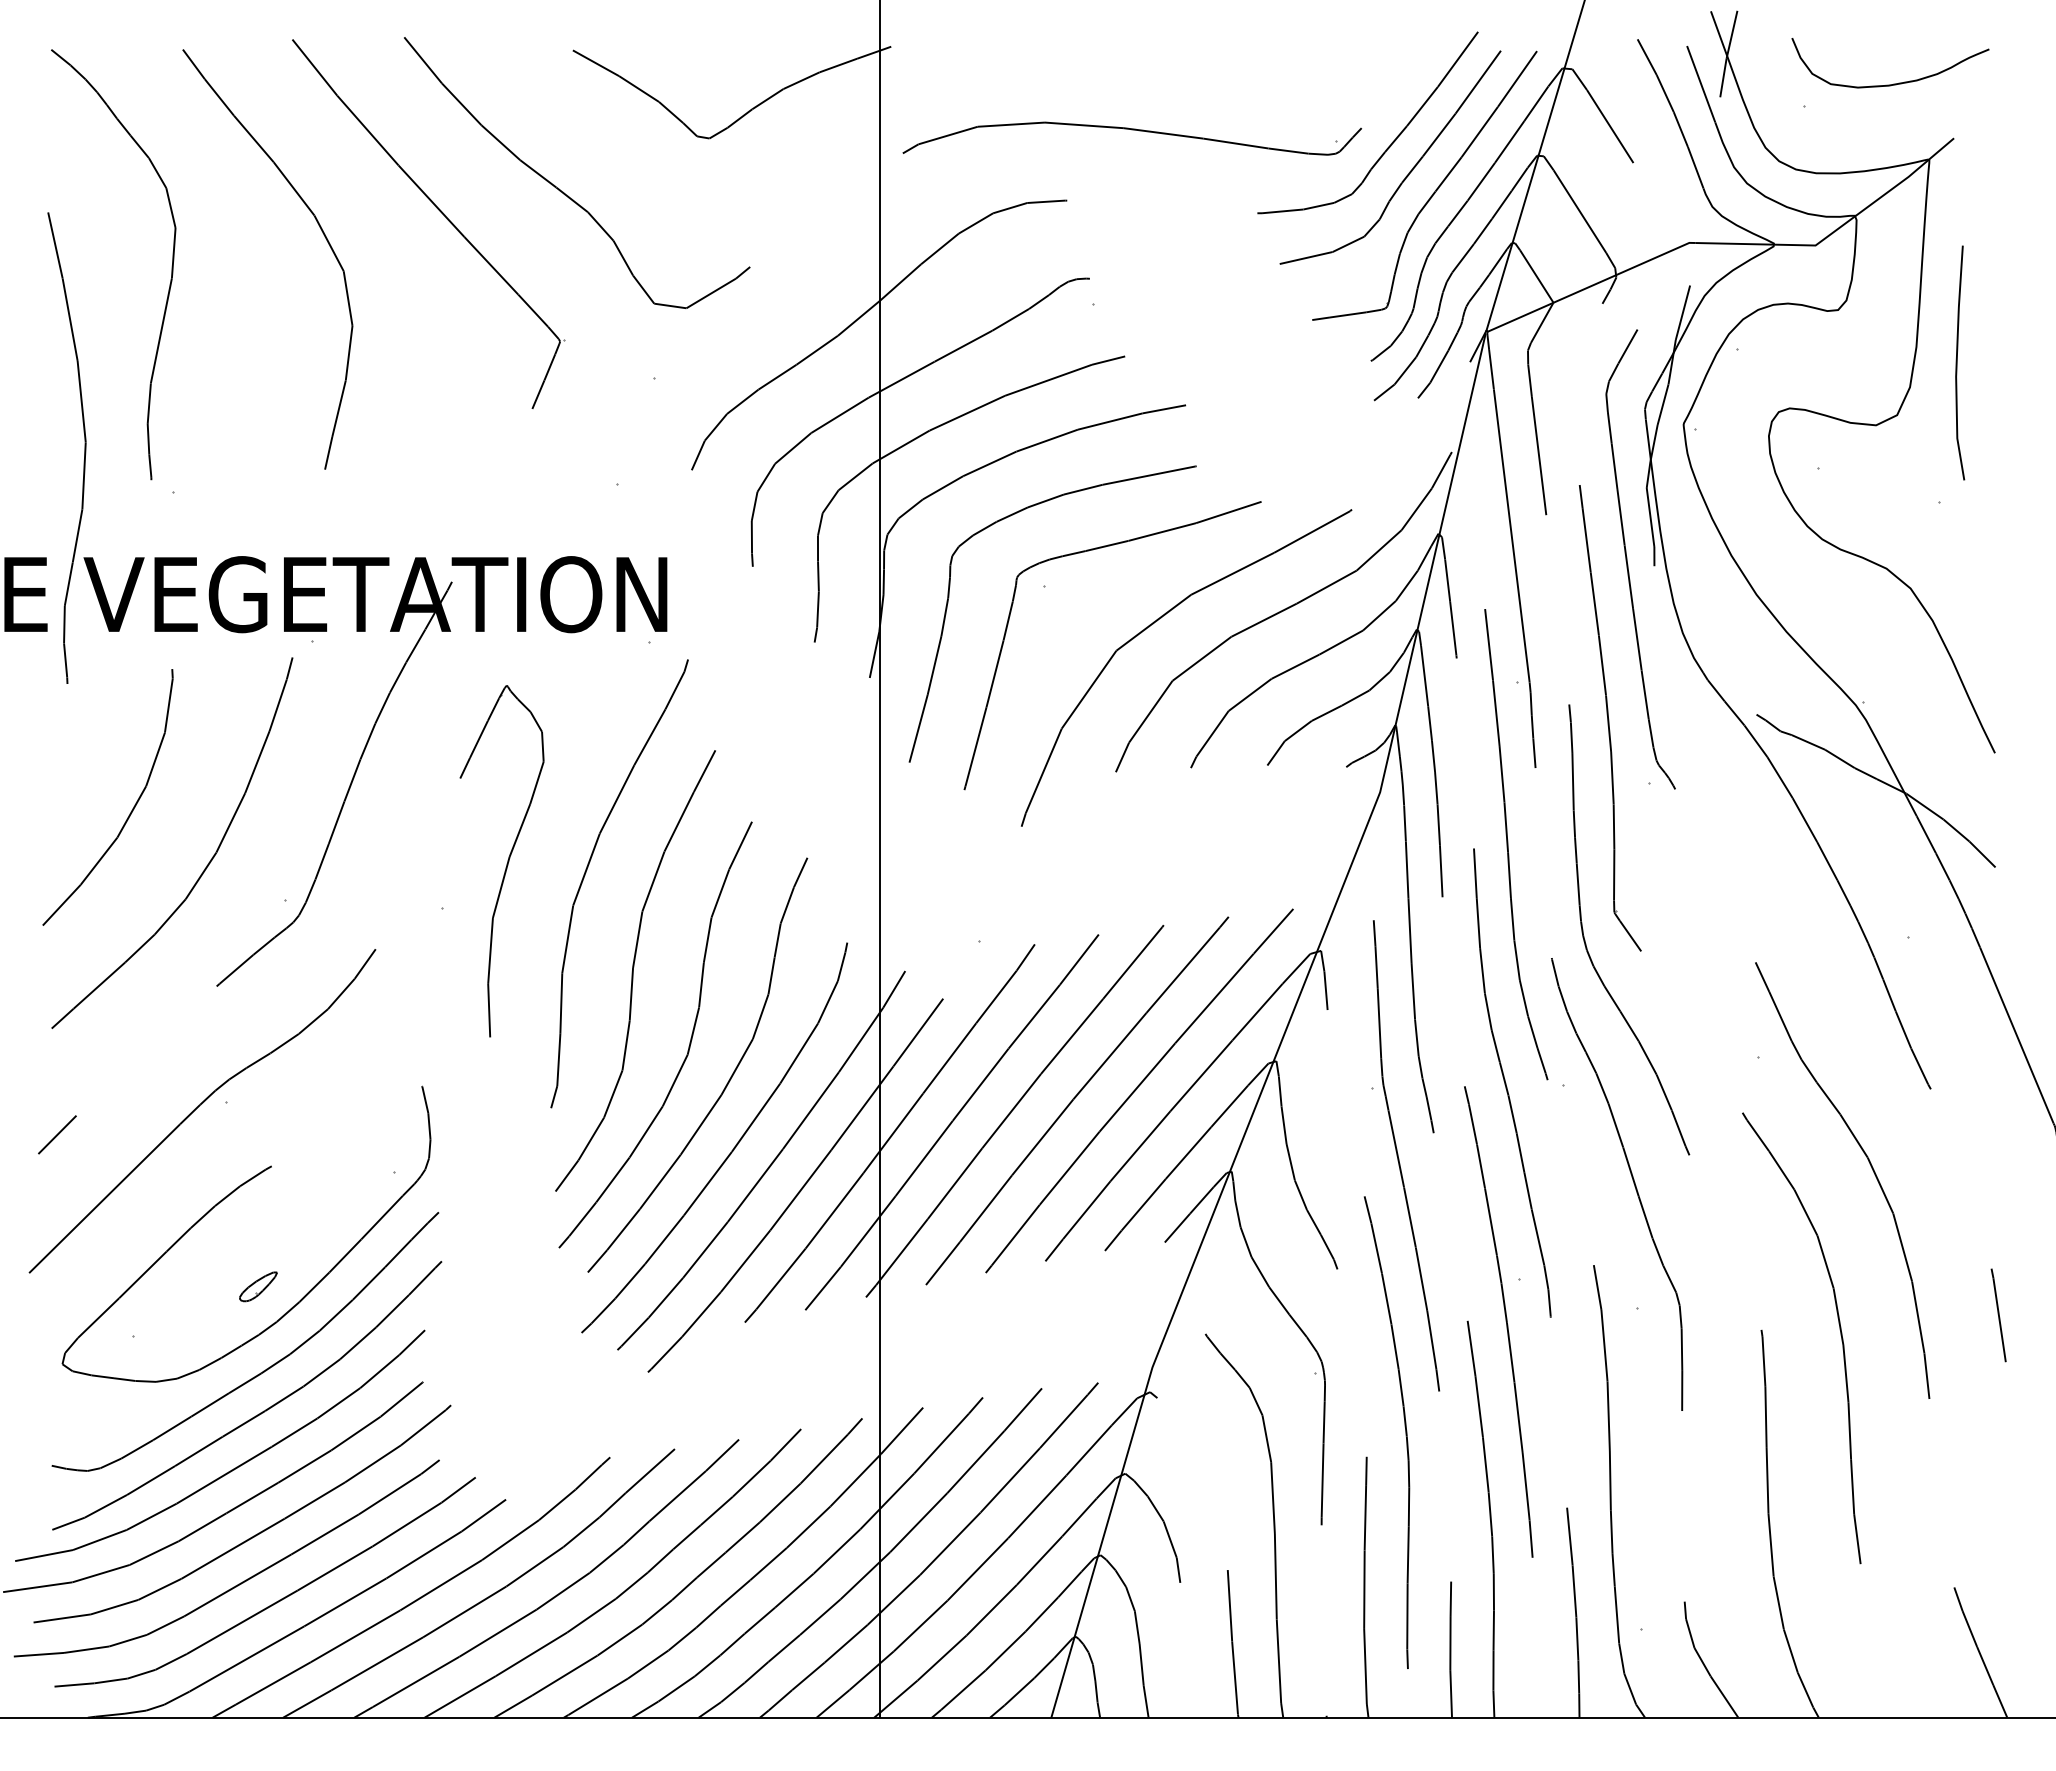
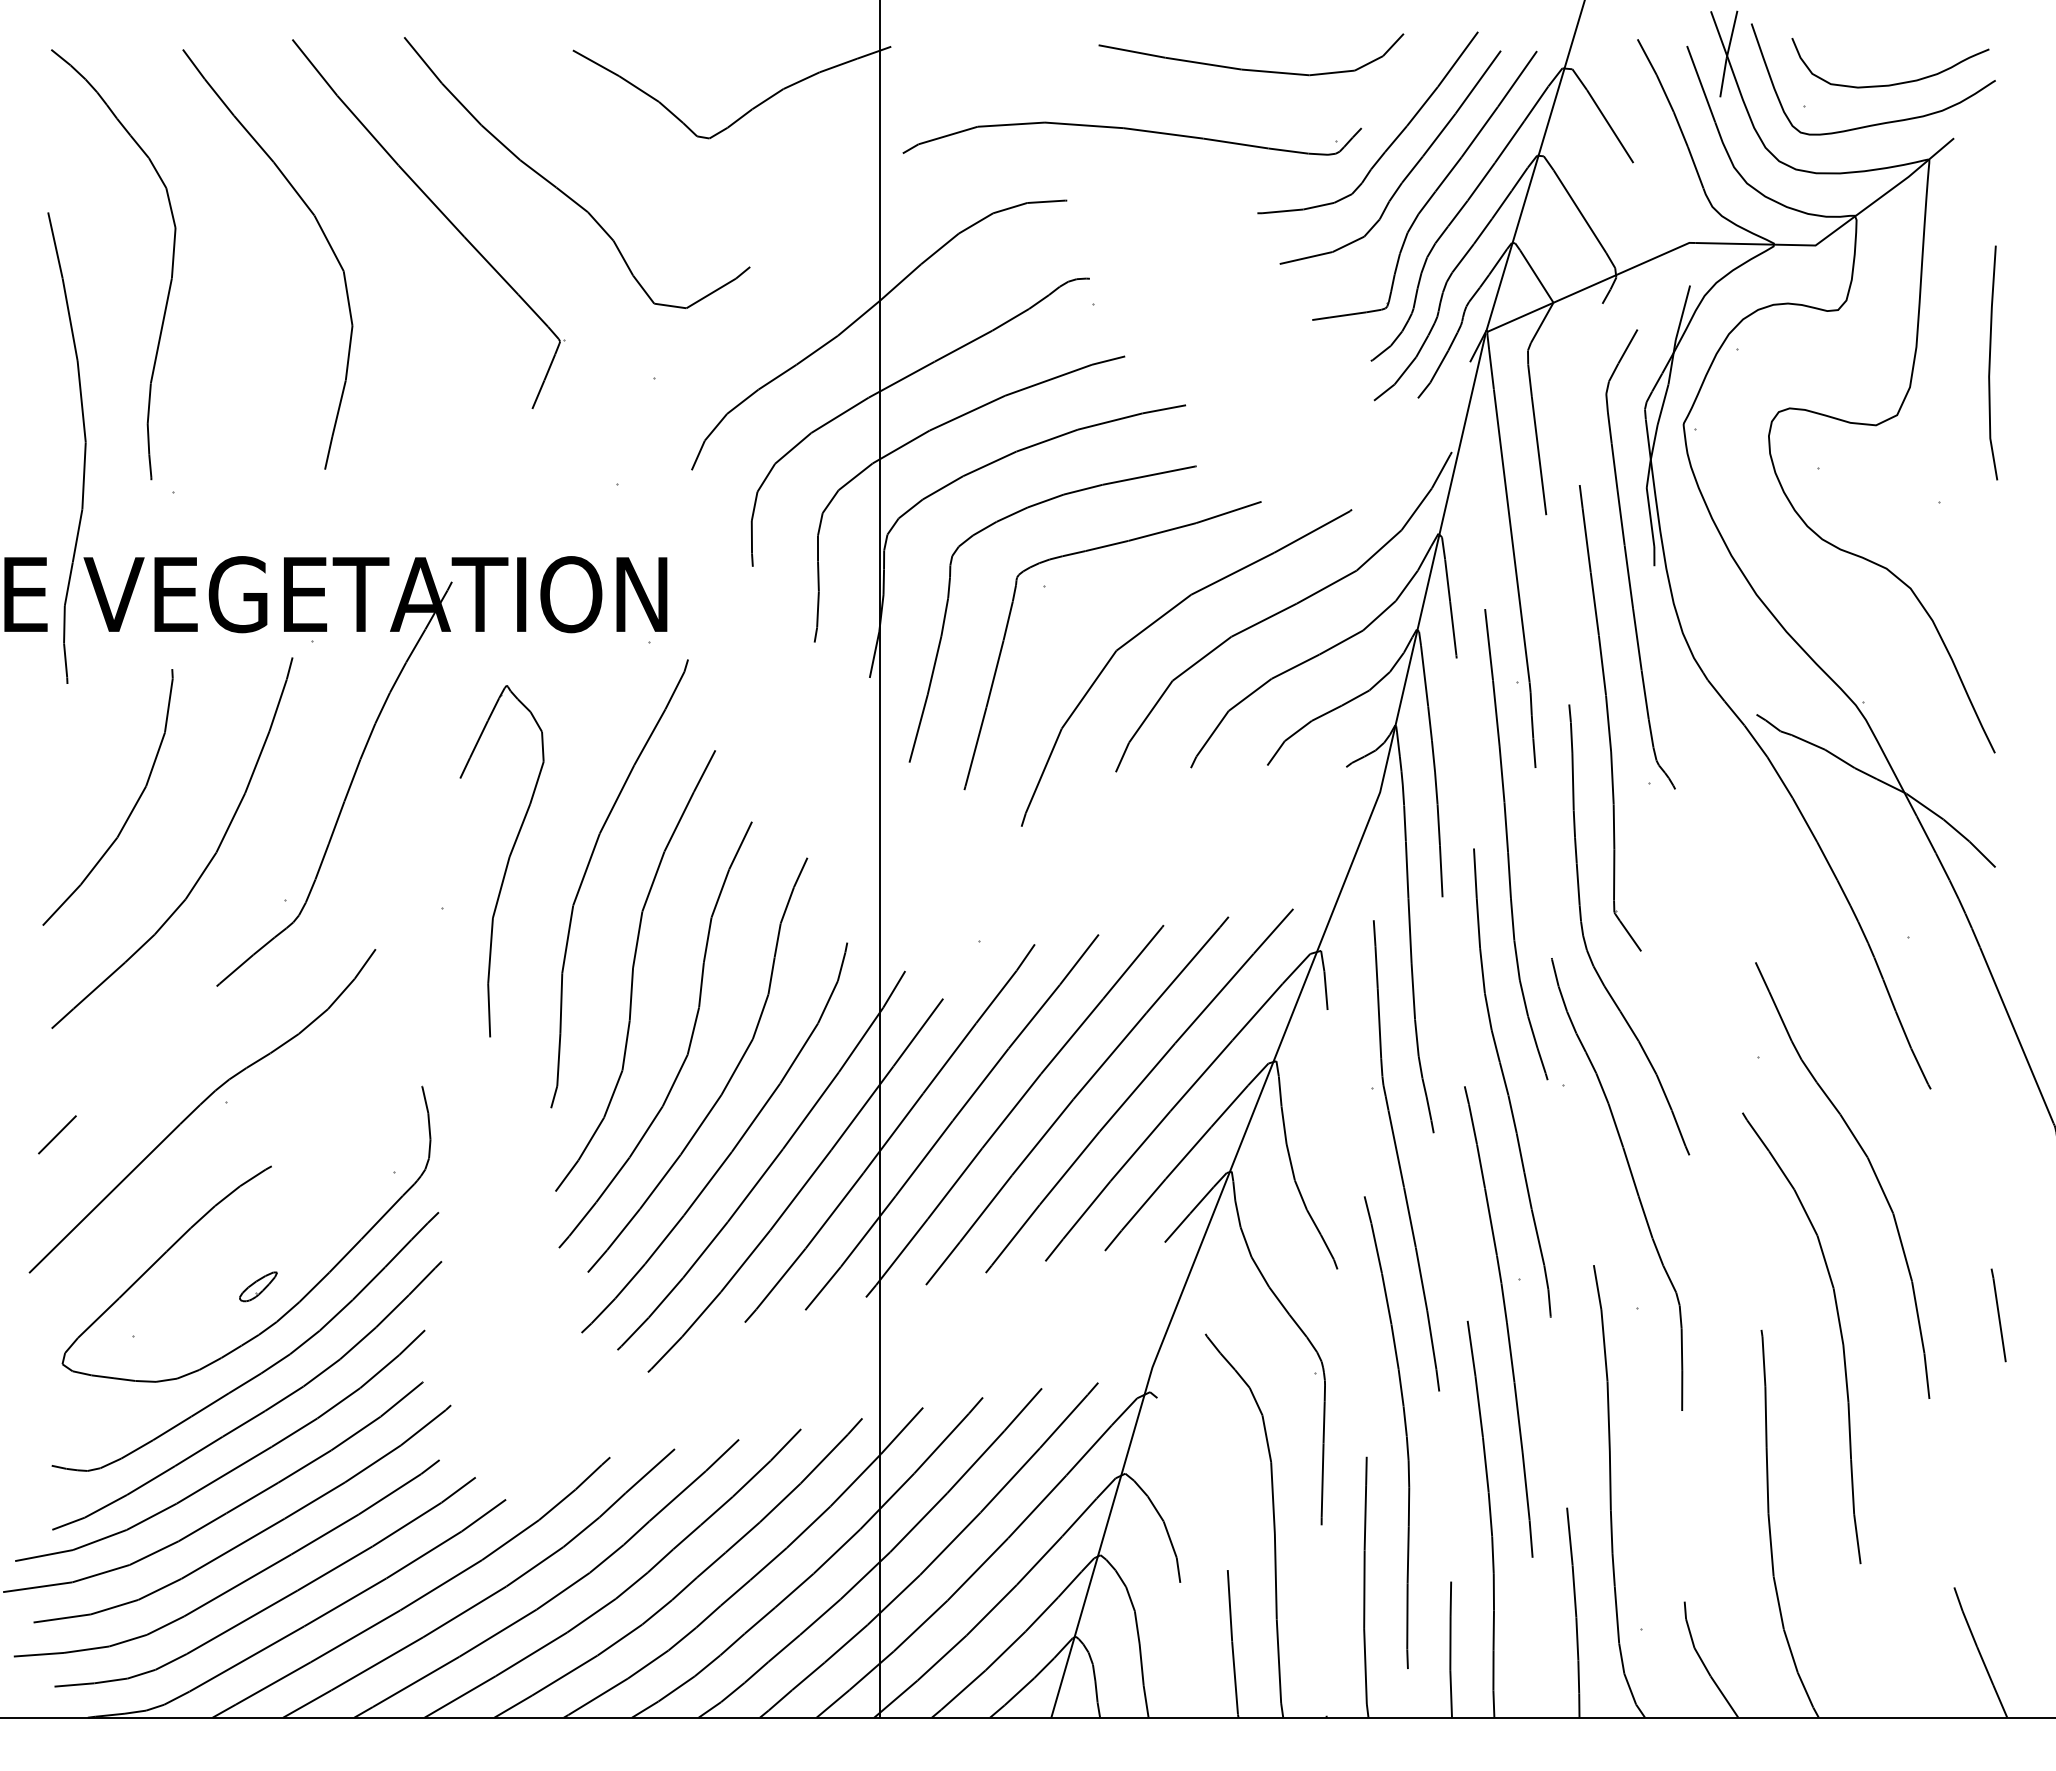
curve at (1251, 69): none -> present
curve at (1881, 122): none -> present
line at (1957, 362) position: (1957, 362) -> (1990, 362)
